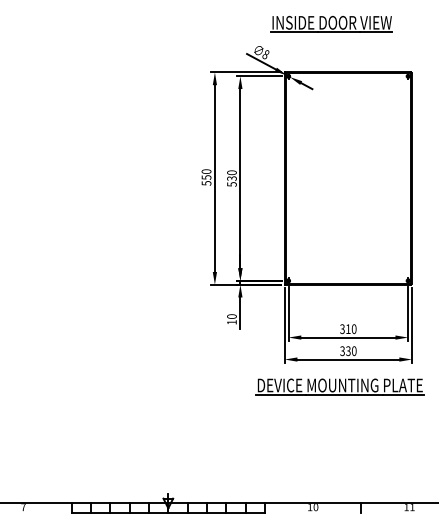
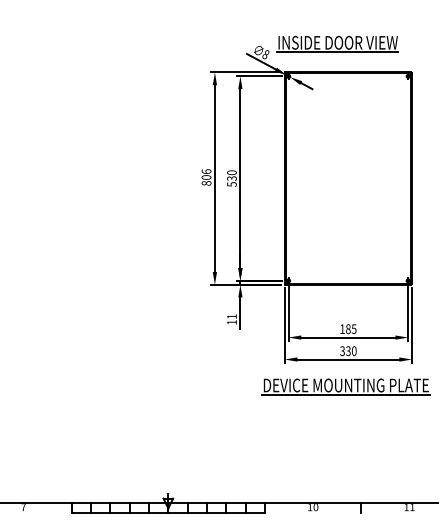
part at (331, 24) position: (331, 24) -> (337, 44)
text at (206, 177): 550 -> 806
text at (231, 316): 10 -> 11
text at (348, 329): 310 -> 185
part at (339, 386) position: (339, 386) -> (345, 386)
